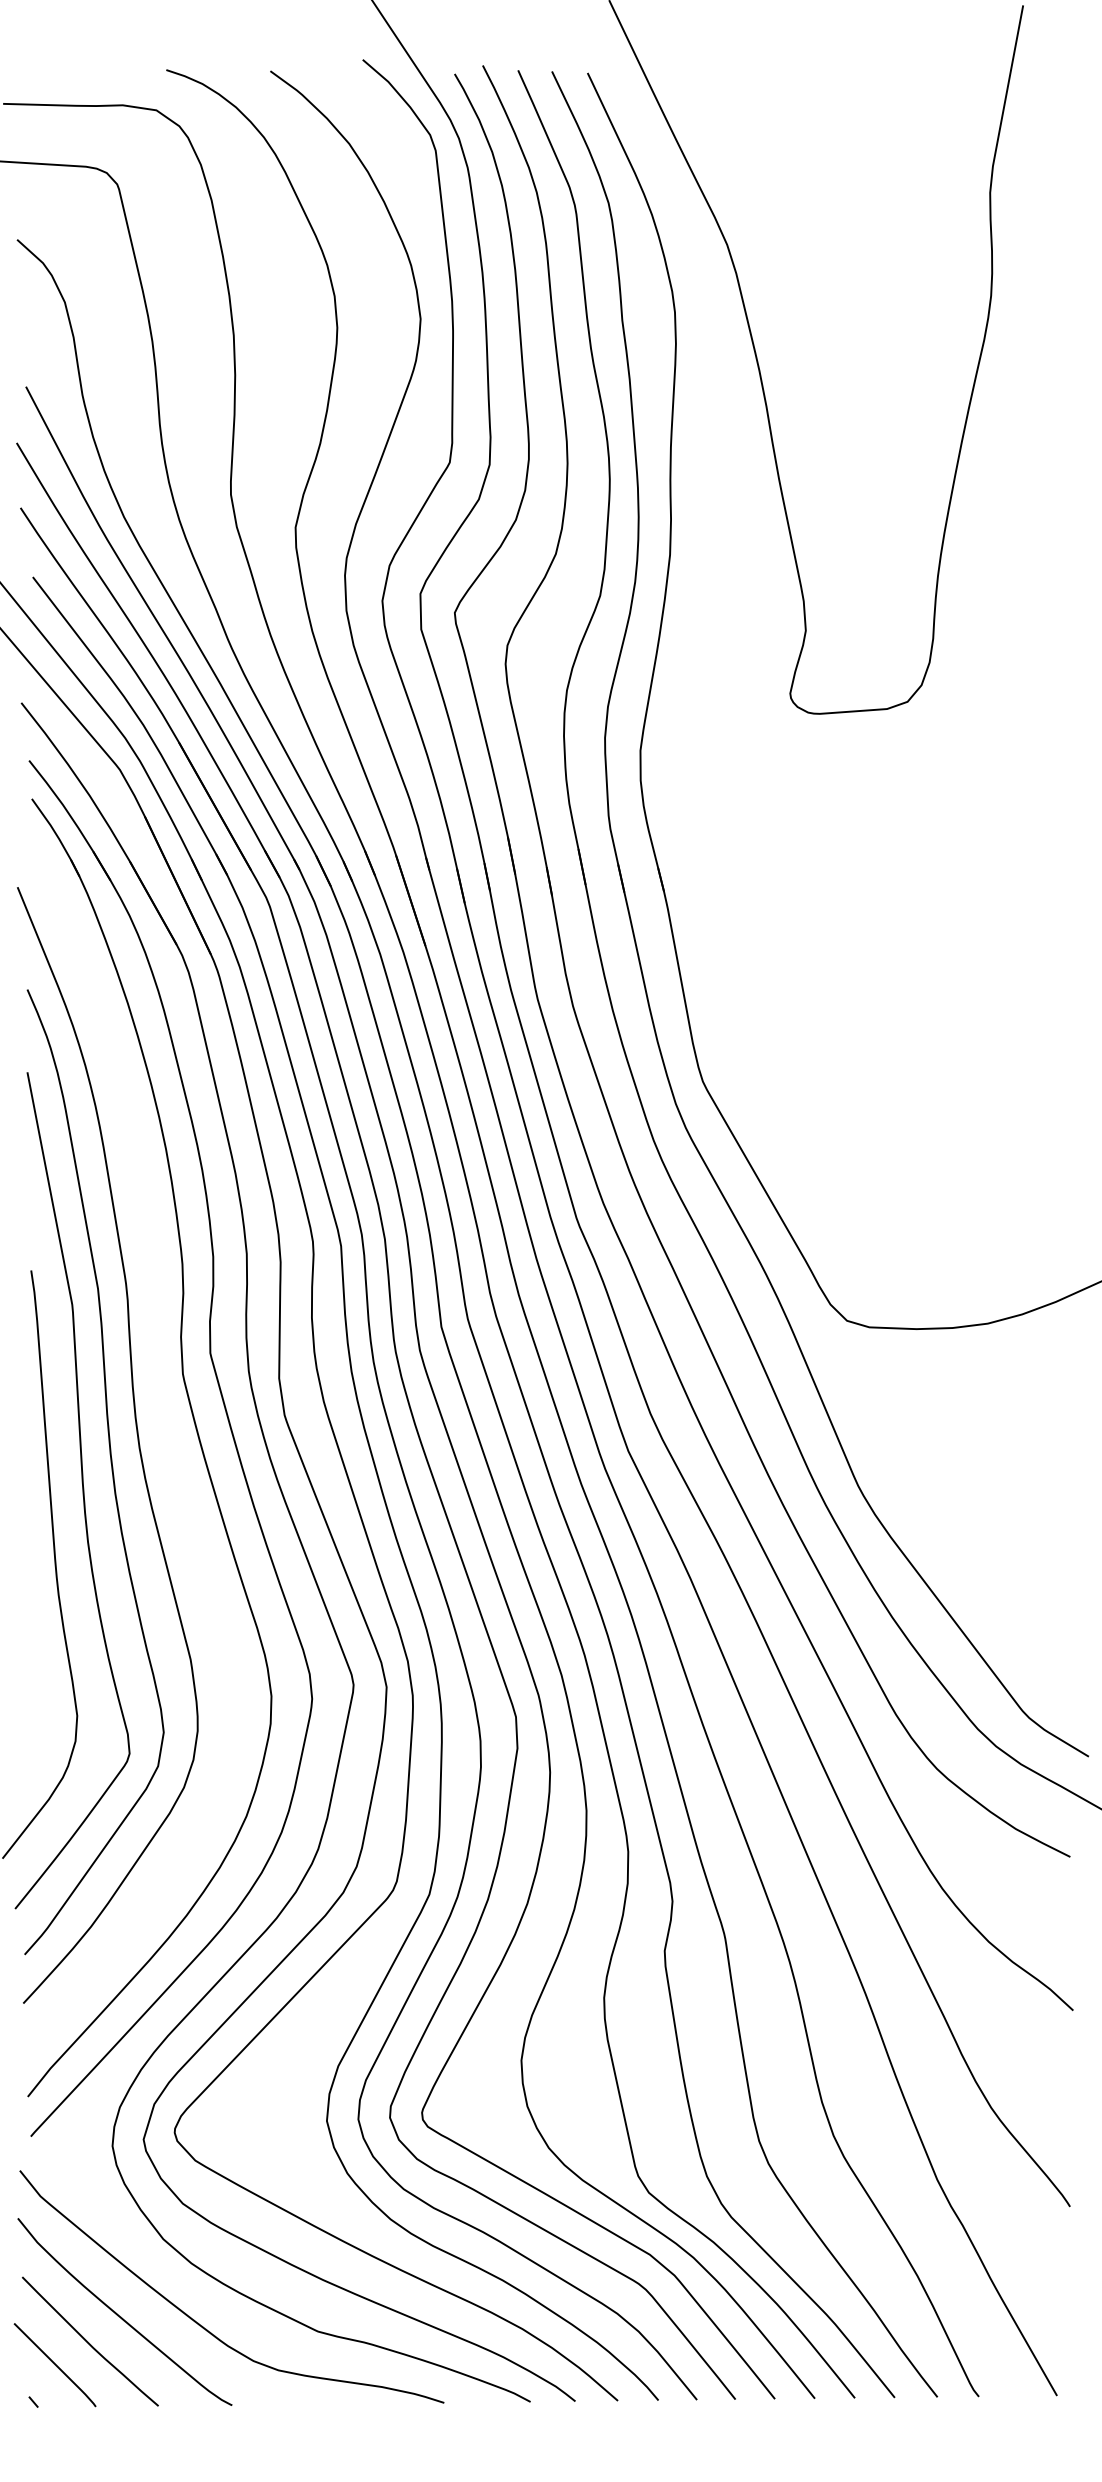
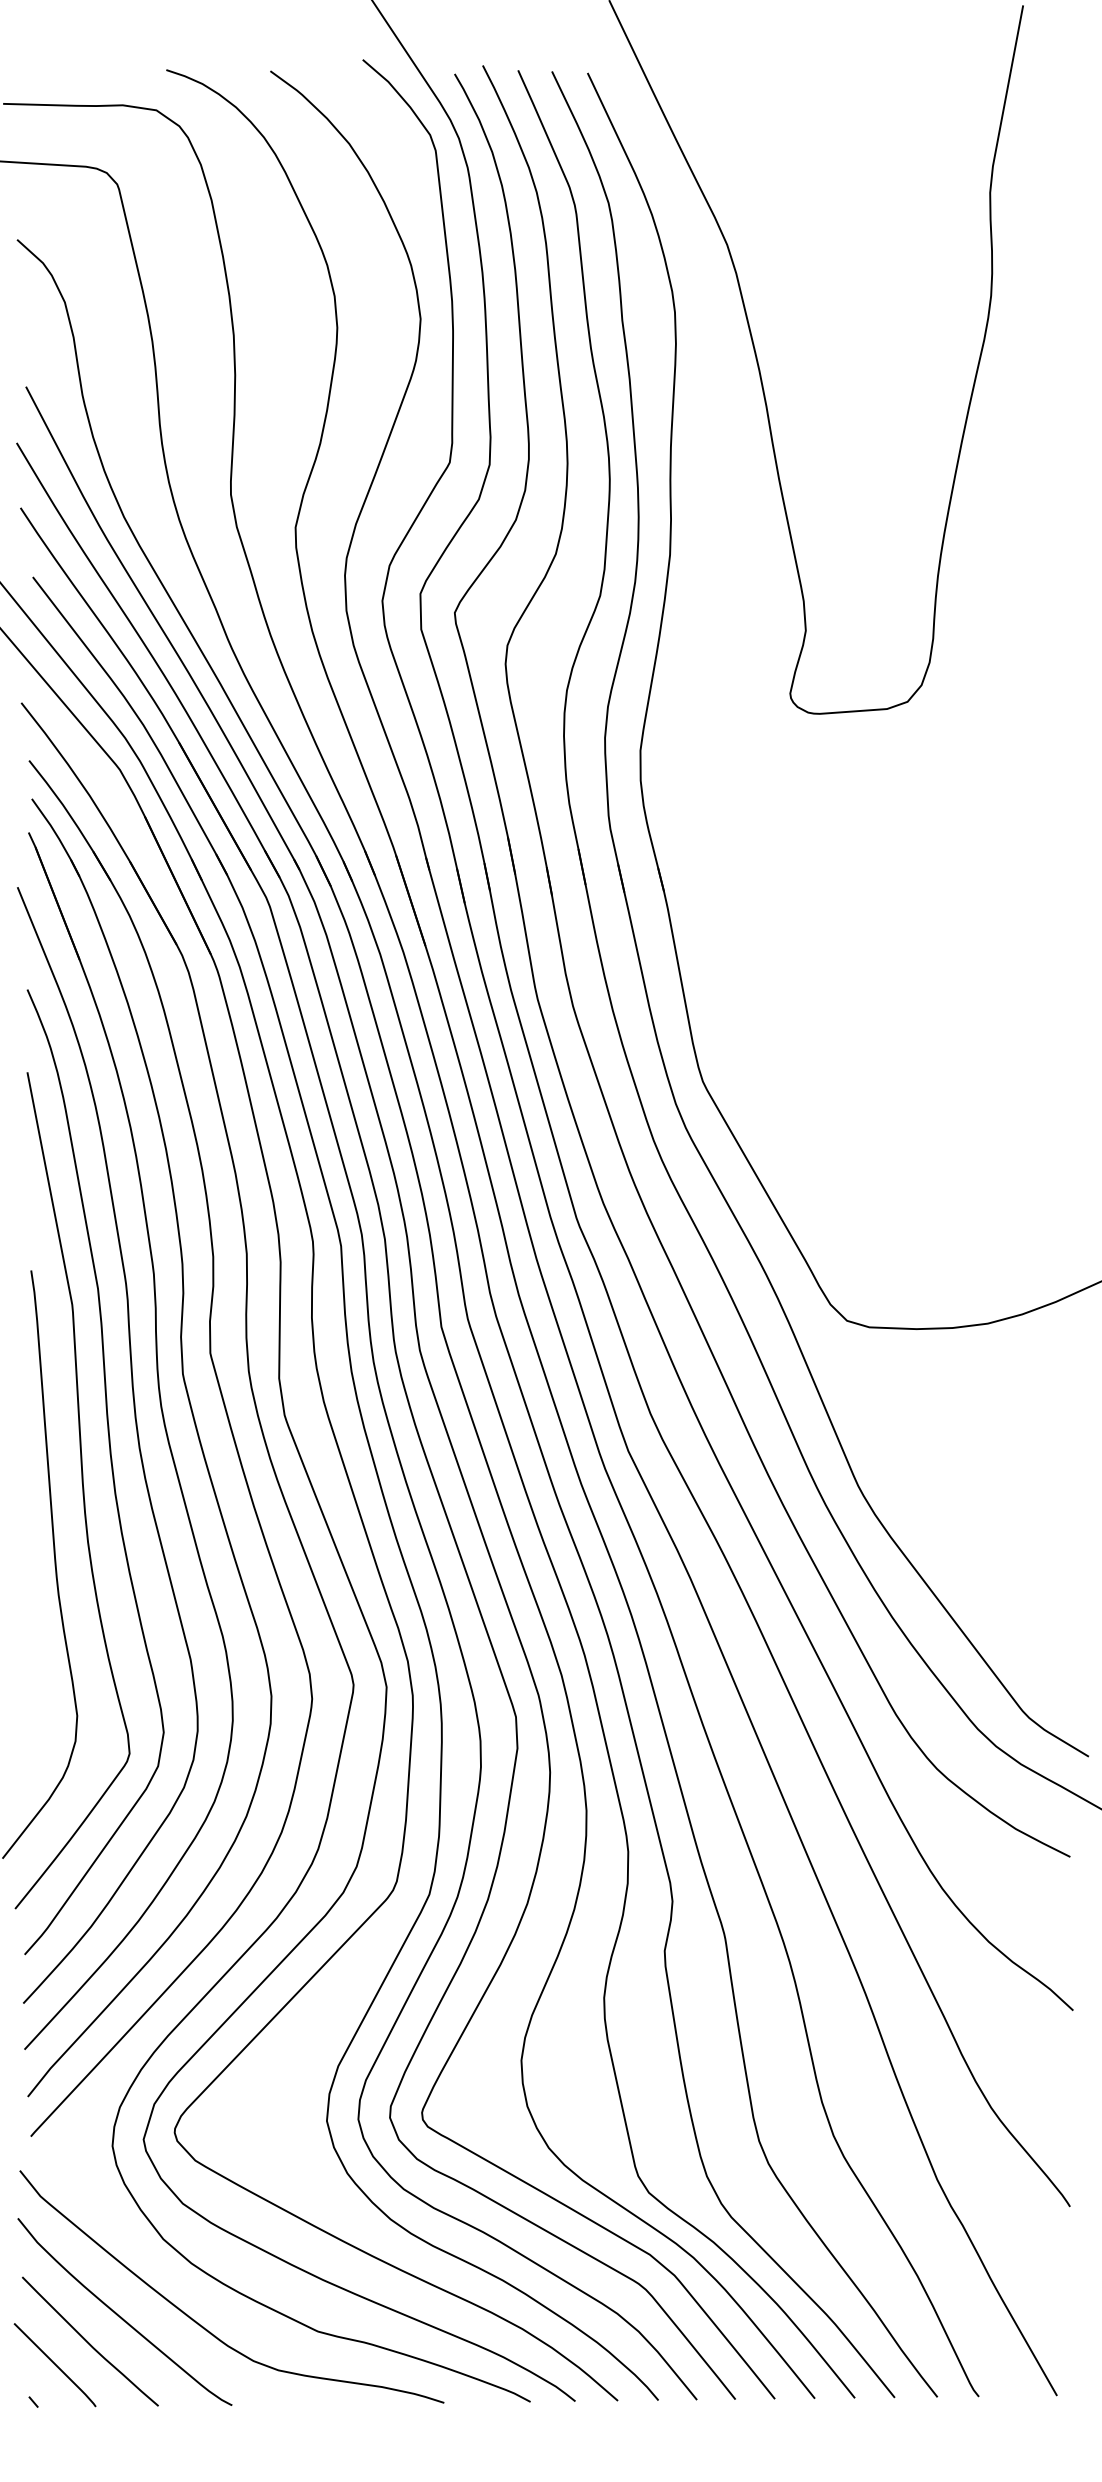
part at (164, 1429): none -> present
